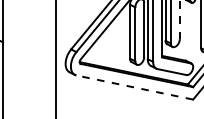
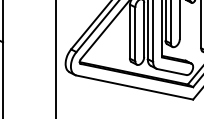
line at (179, 19): dashed -> solid
line at (134, 87): dashed -> solid
